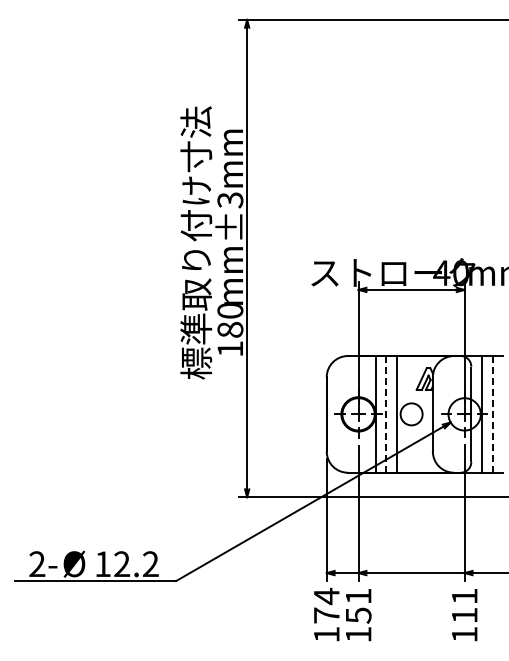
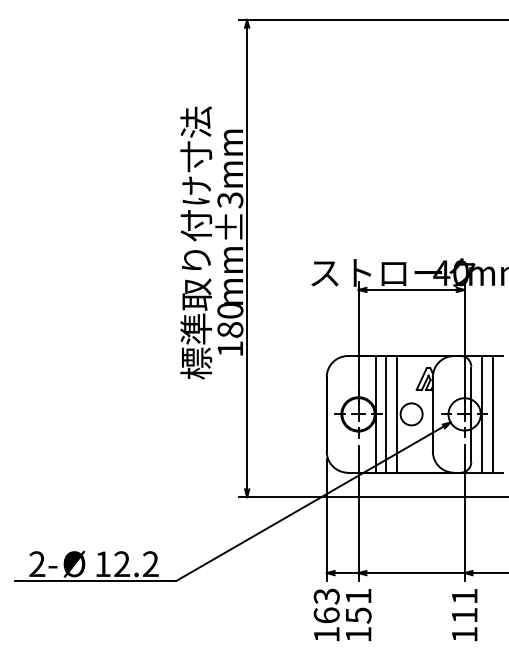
line at (386, 414): dashed -> solid
line at (492, 414): dashed -> solid
text at (326, 605): 174 -> 163
